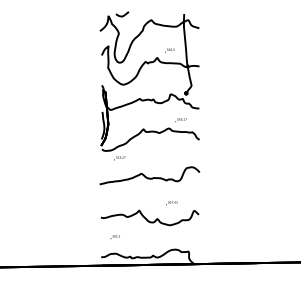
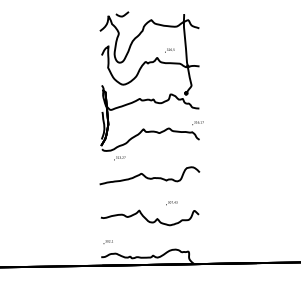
text at (180, 120) position: (180, 120) -> (197, 123)
text at (114, 236) position: (114, 236) -> (107, 241)
